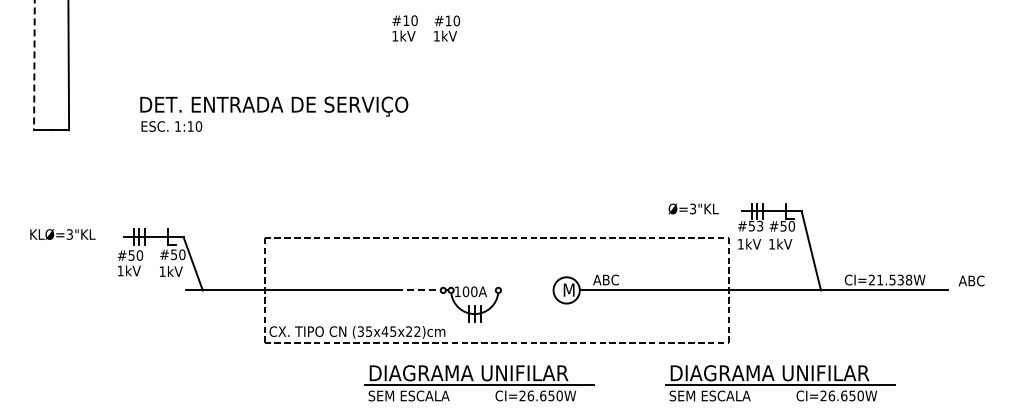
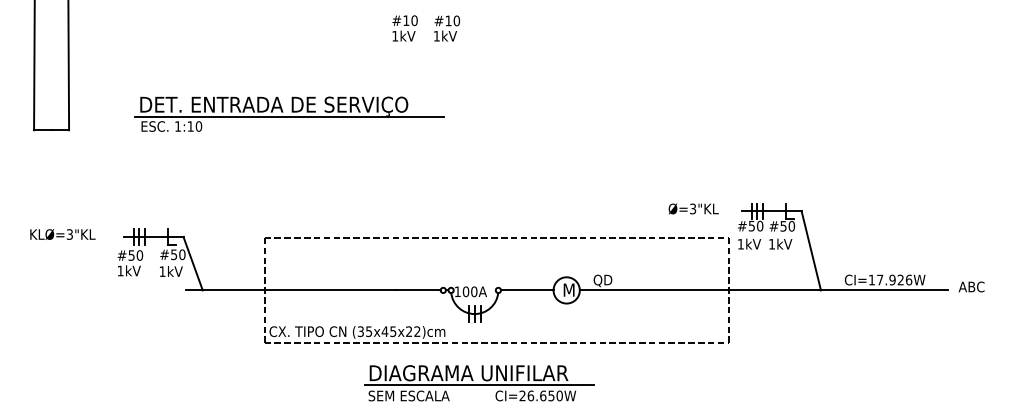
line at (34, 65): dashed -> solid
line at (289, 117): none -> present
text at (760, 225): #53 -> #50
text at (890, 279): CI=21.538W -> CI=17.926W
text at (605, 280): ABC -> QD
text at (971, 280) position: (971, 280) -> (971, 286)
line at (418, 290): dashed -> solid
line at (527, 290): none -> present
part at (780, 383): present -> none
